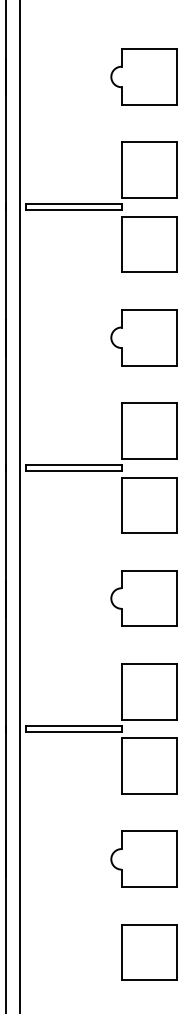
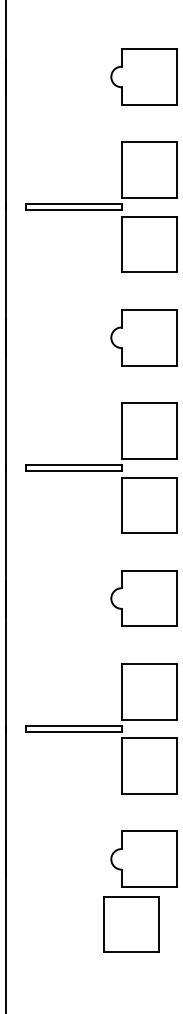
line at (20, 506): present -> none
part at (149, 952) position: (149, 952) -> (131, 924)
